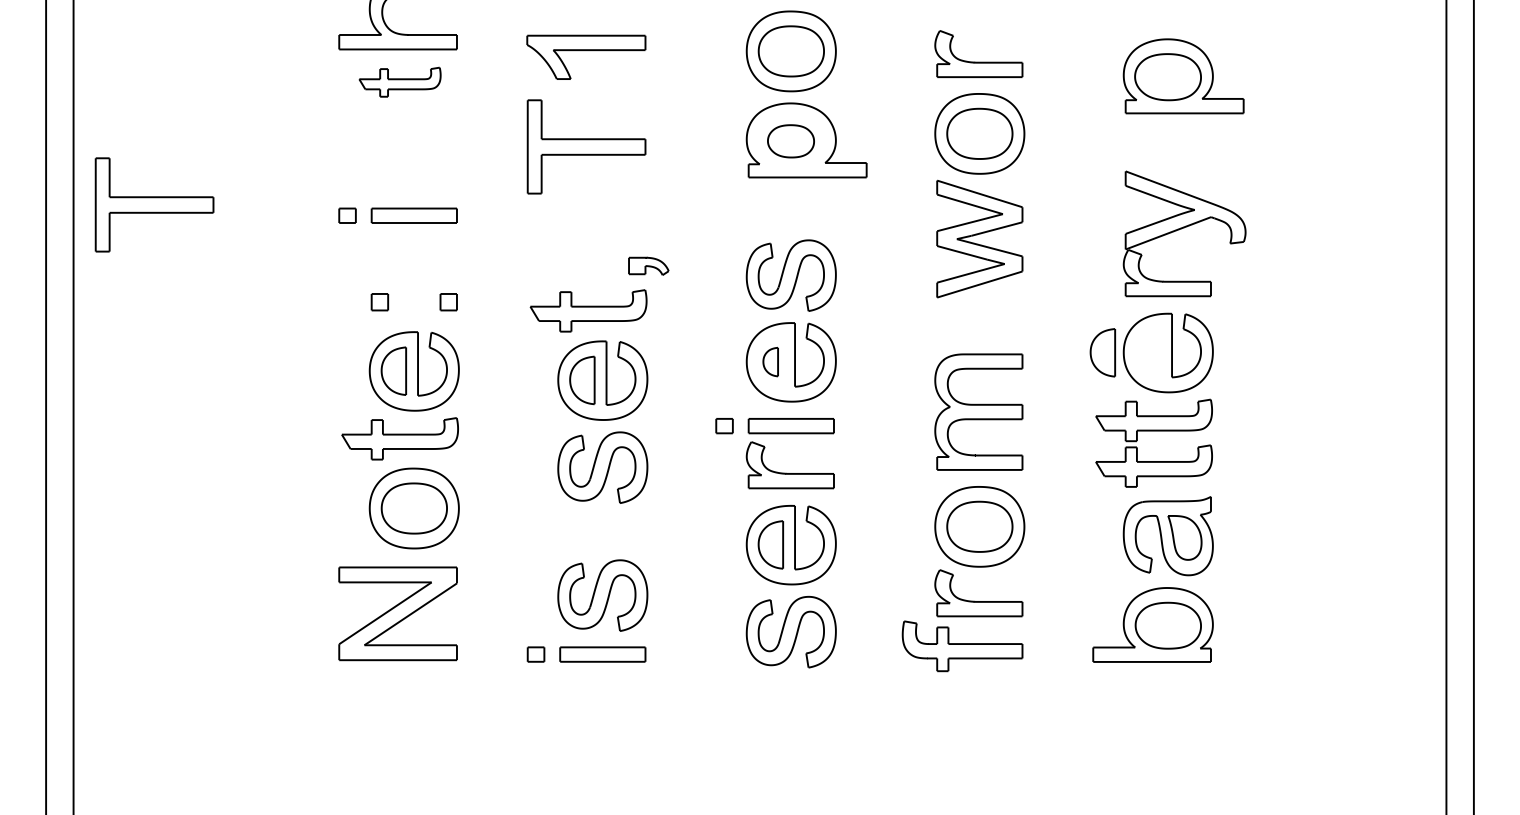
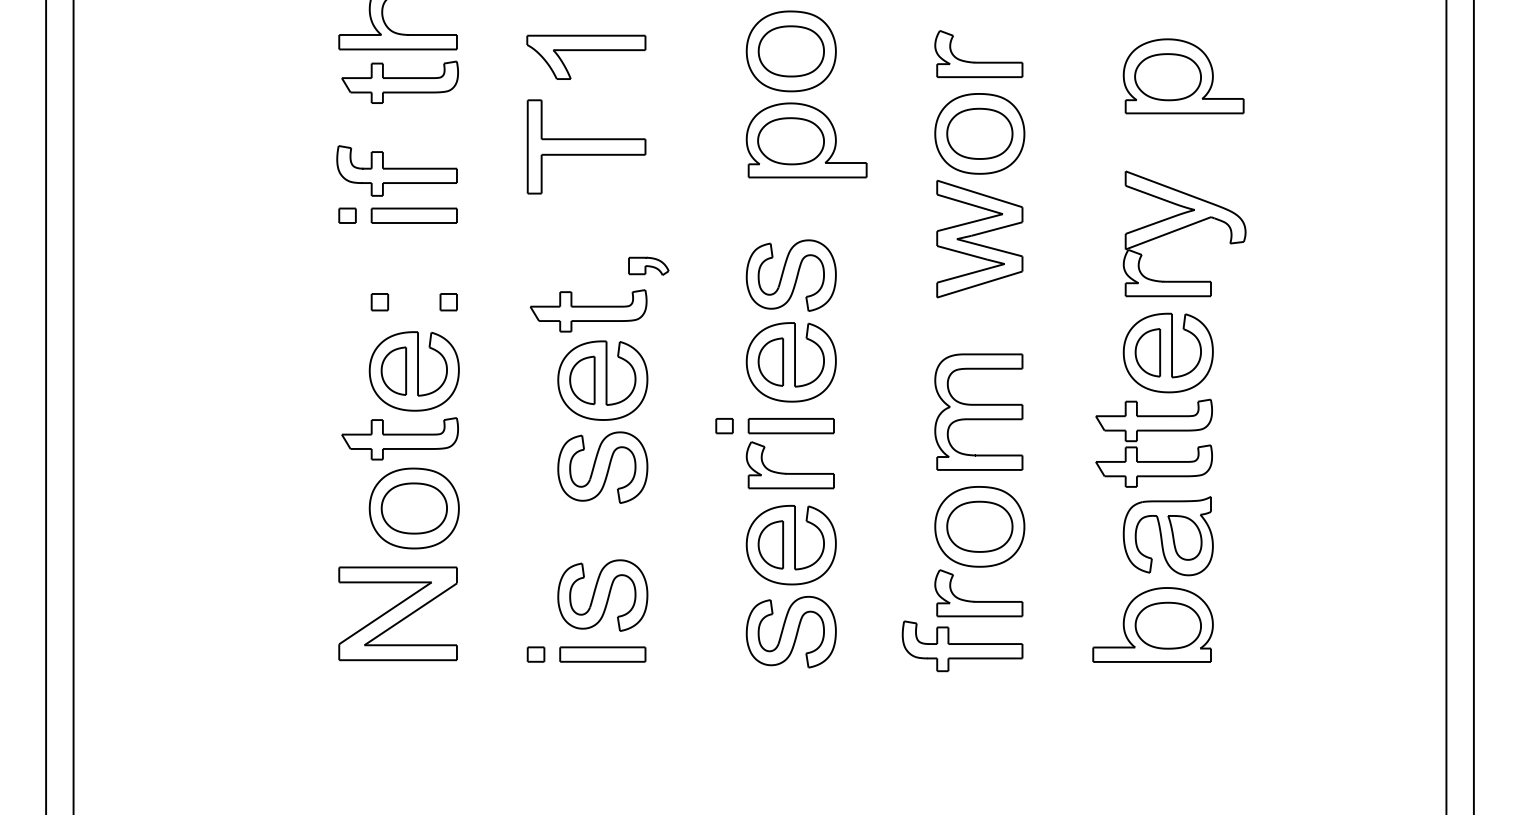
part at (399, 81) size: 84x32 px -> 118x44 px
part at (790, 141) size: 48x35 px -> 68x49 px
part at (396, 170): none -> present
part at (154, 204): present -> none
part at (1102, 352) position: (1102, 352) -> (1147, 352)
part at (770, 362) size: 17x31 px -> 27x50 px
